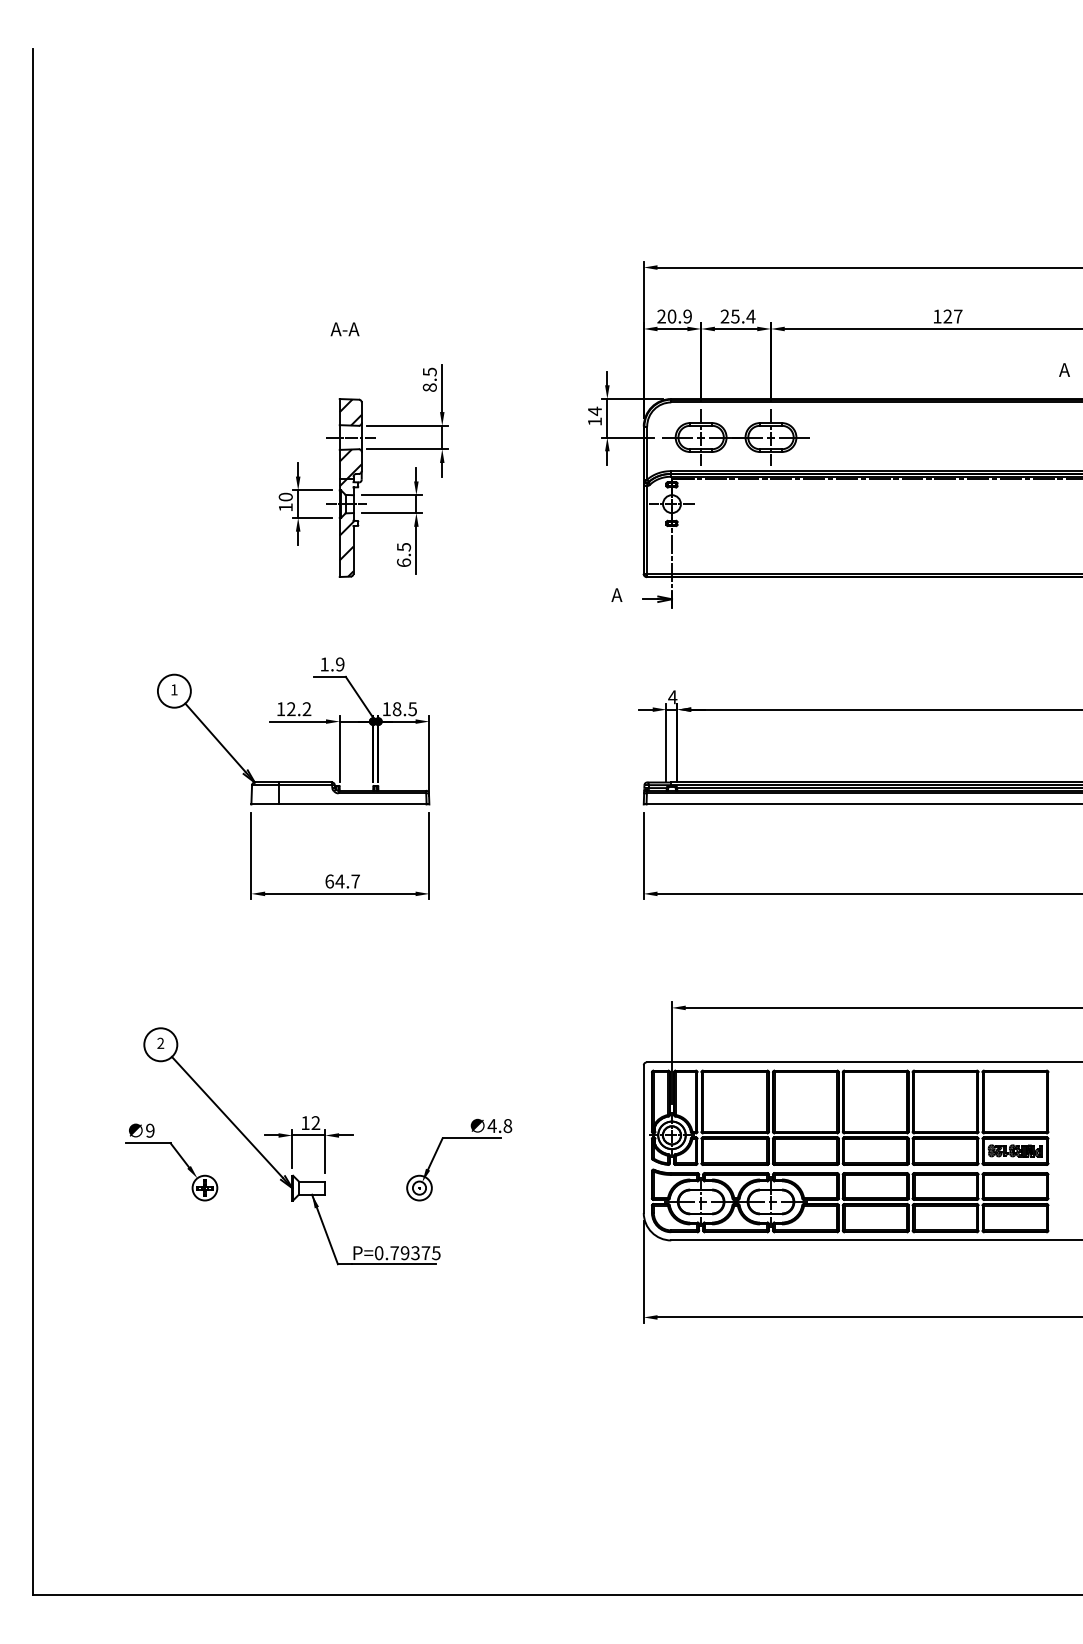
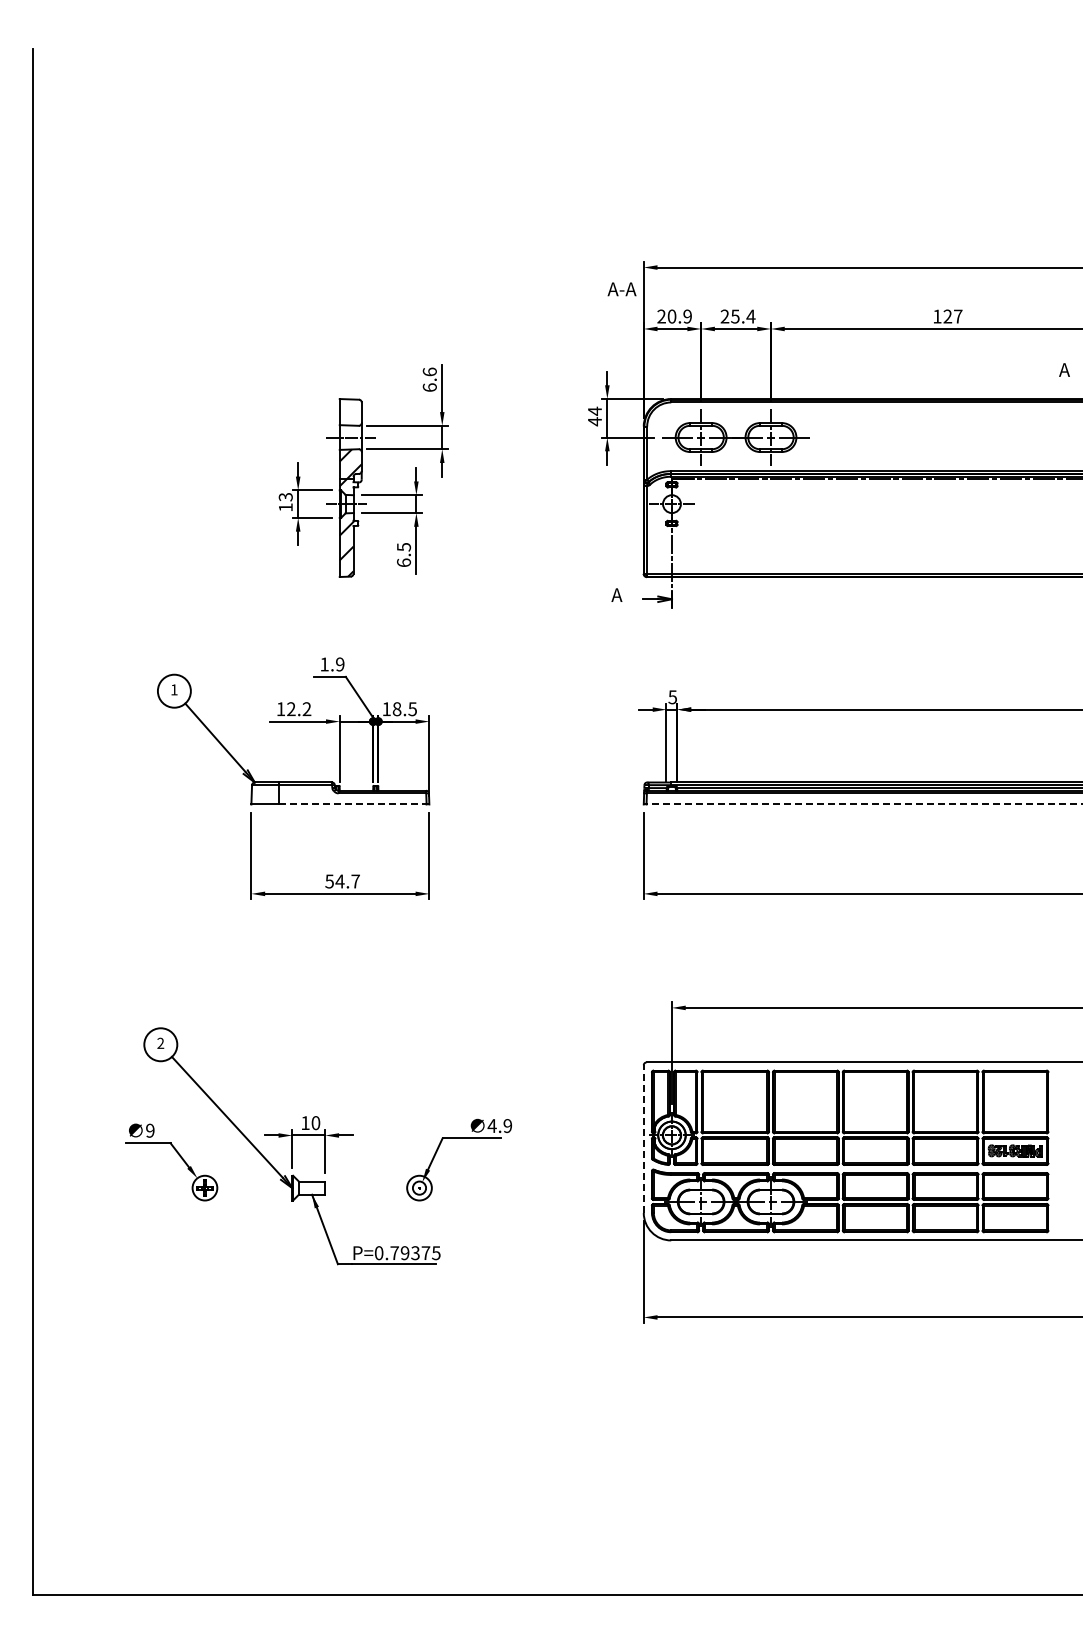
text at (344, 329) position: (344, 329) -> (621, 289)
text at (429, 379): 8.5 -> 6.6
hatch at (350, 412): present -> none
text at (594, 421): 14 -> 44
text at (285, 496): 10 -> 13
text at (672, 697): 4 -> 5
line at (352, 804): solid -> dashed
line at (864, 804): solid -> dashed
text at (329, 881): 64.7 -> 54.7
text at (315, 1123): 12 -> 10
text at (507, 1126): 4.8 -> 4.9
line at (643, 1139): solid -> dashed
